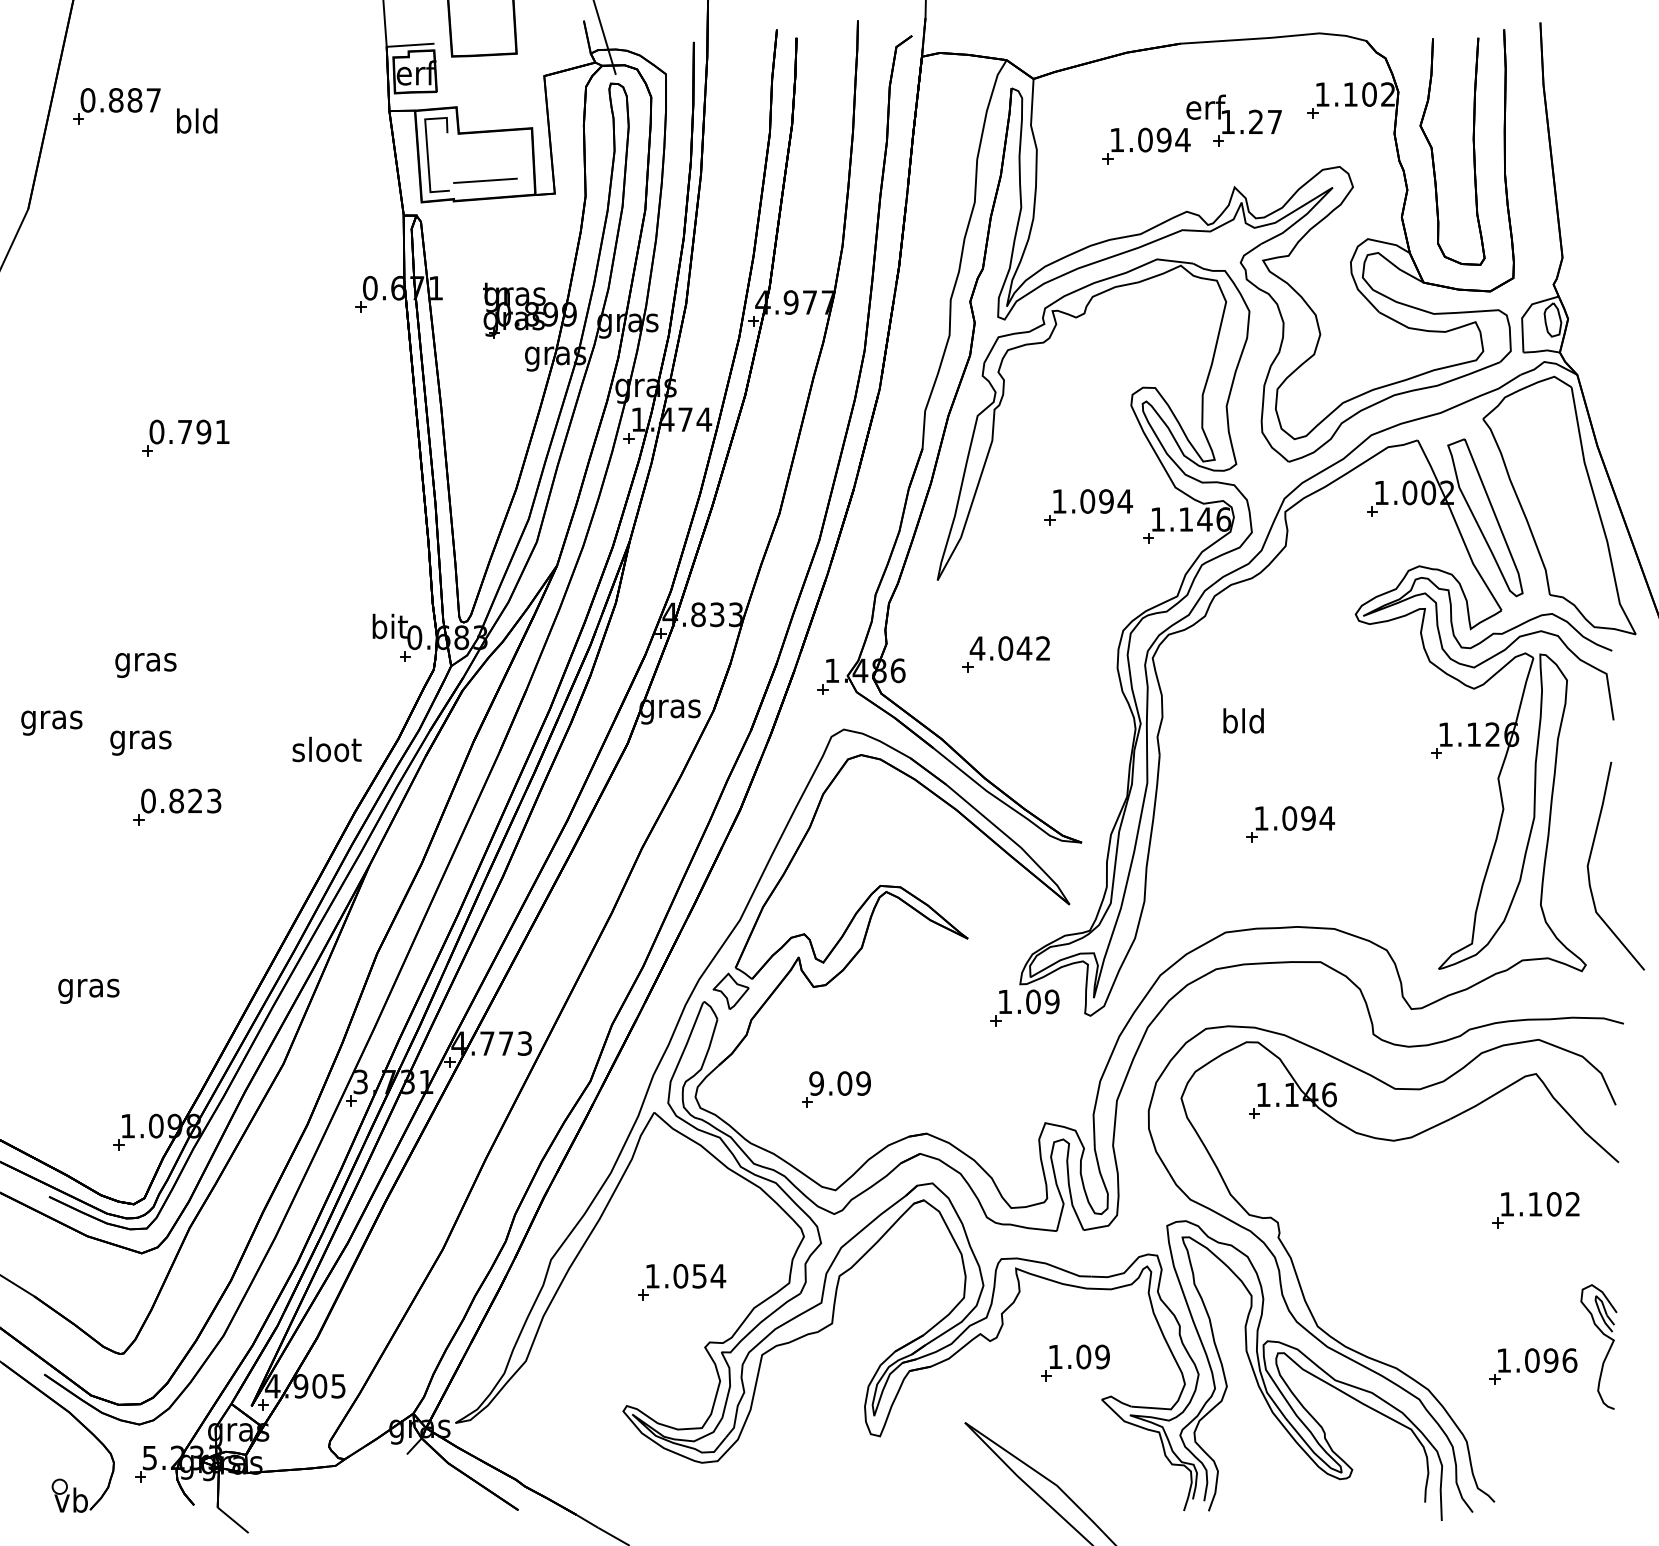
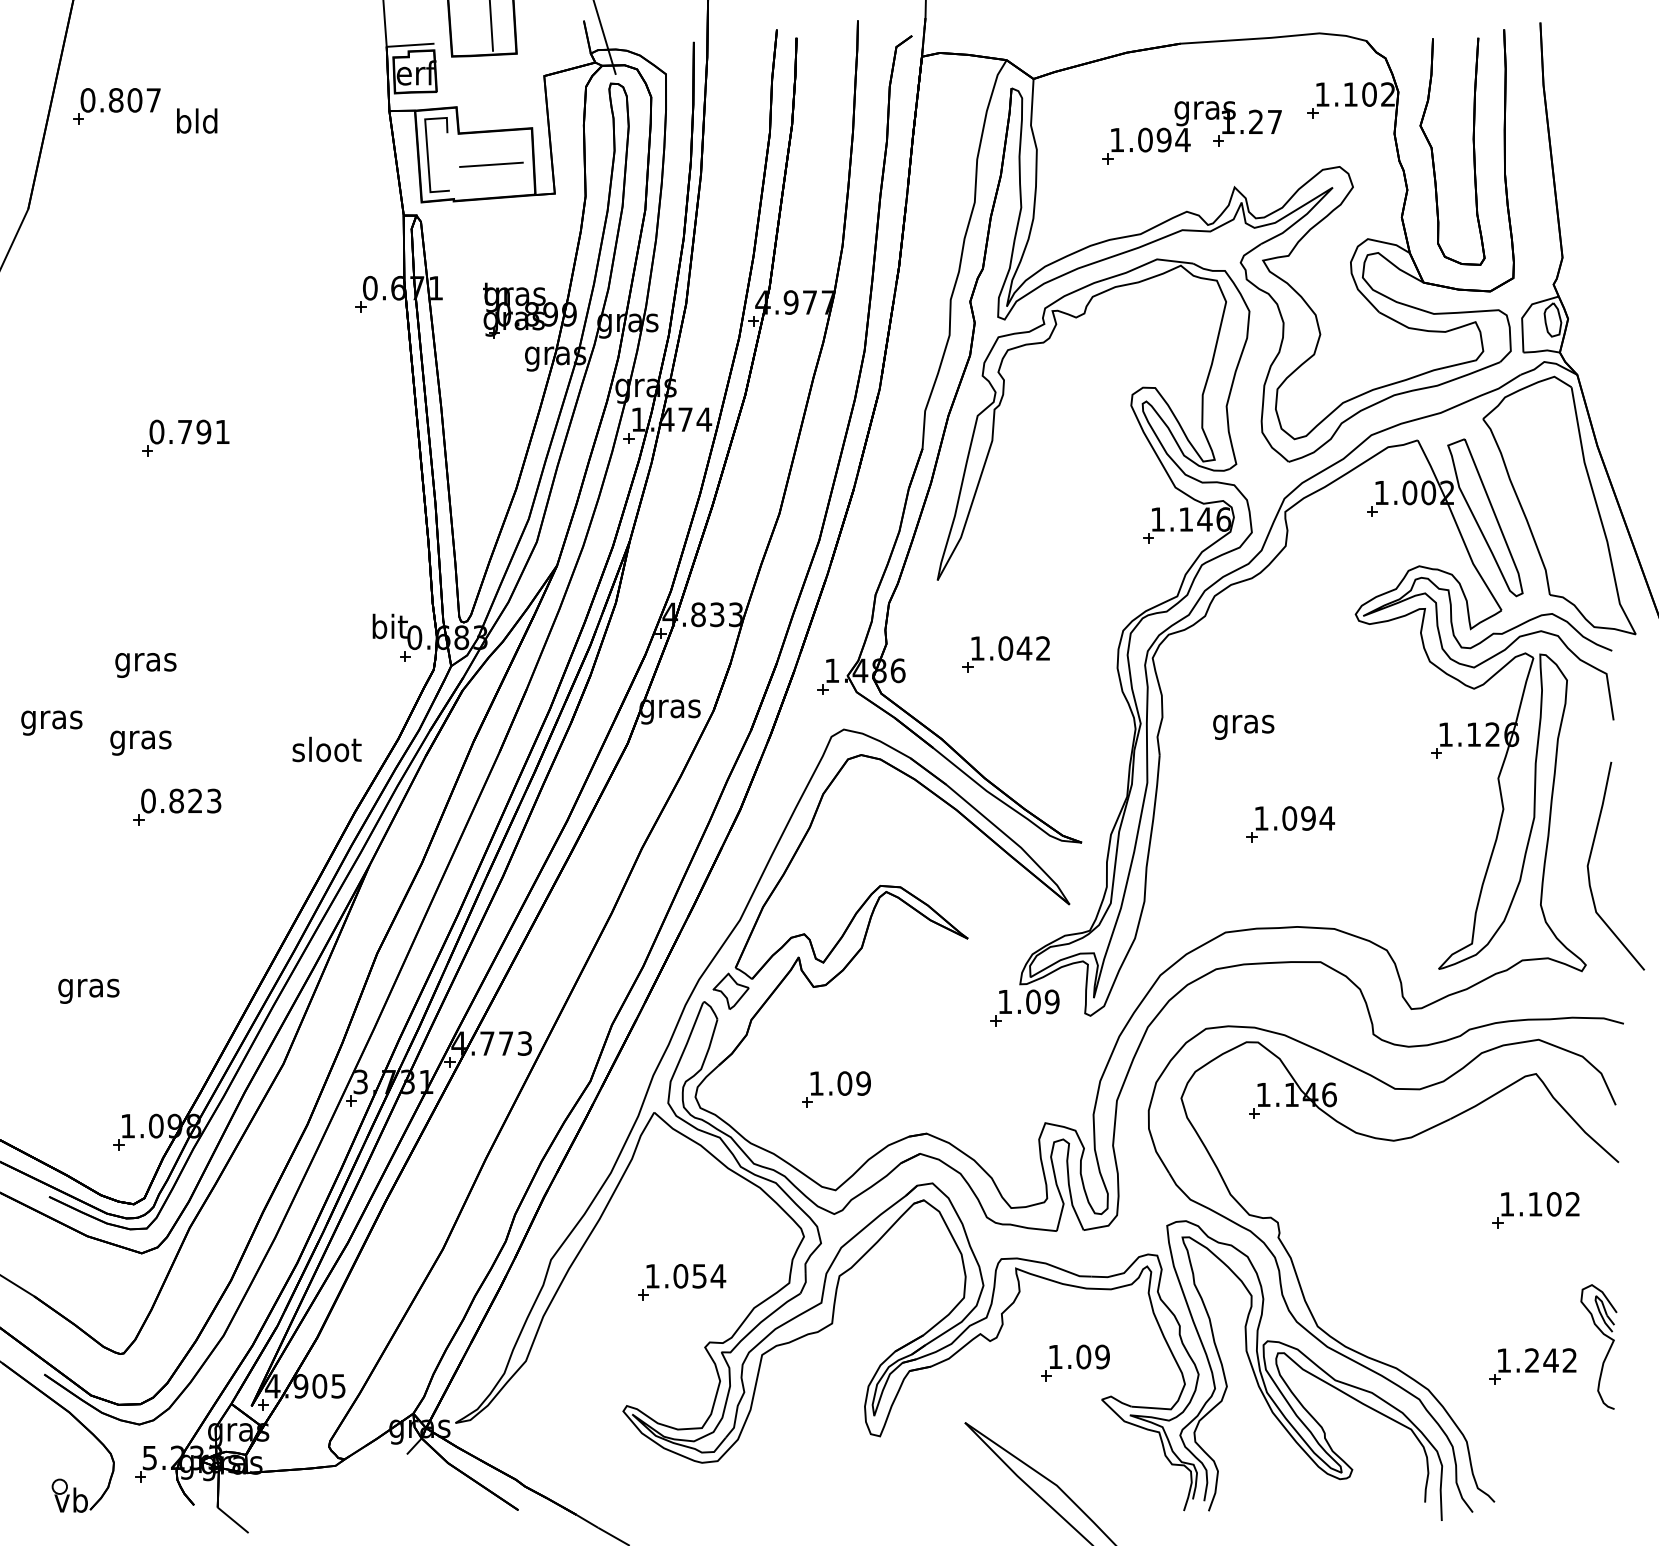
line at (491, 26): none -> present
text at (134, 100): 0.887 -> 0.807
text at (1204, 110): erf -> gras
line at (485, 180) position: (485, 180) -> (491, 164)
part at (1088, 507): present -> none
text at (977, 648): 4.042 -> 1.042
text at (1243, 723): bld -> gras
text at (816, 1083): 9.09 -> 1.09
text at (1551, 1360): 1.096 -> 1.242
